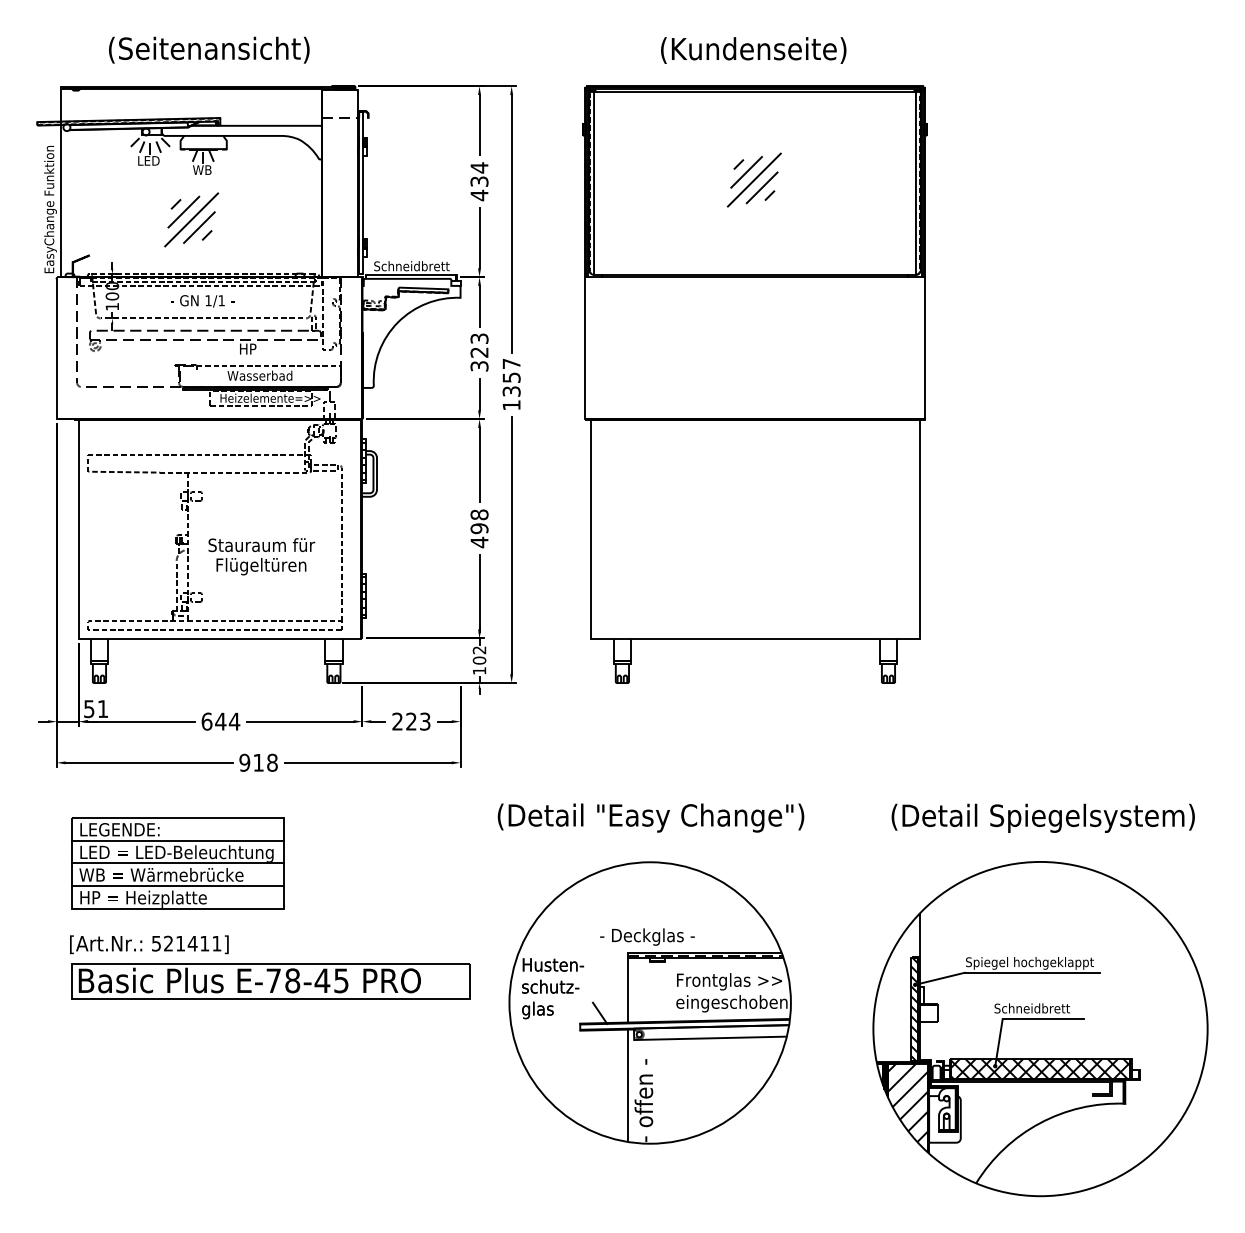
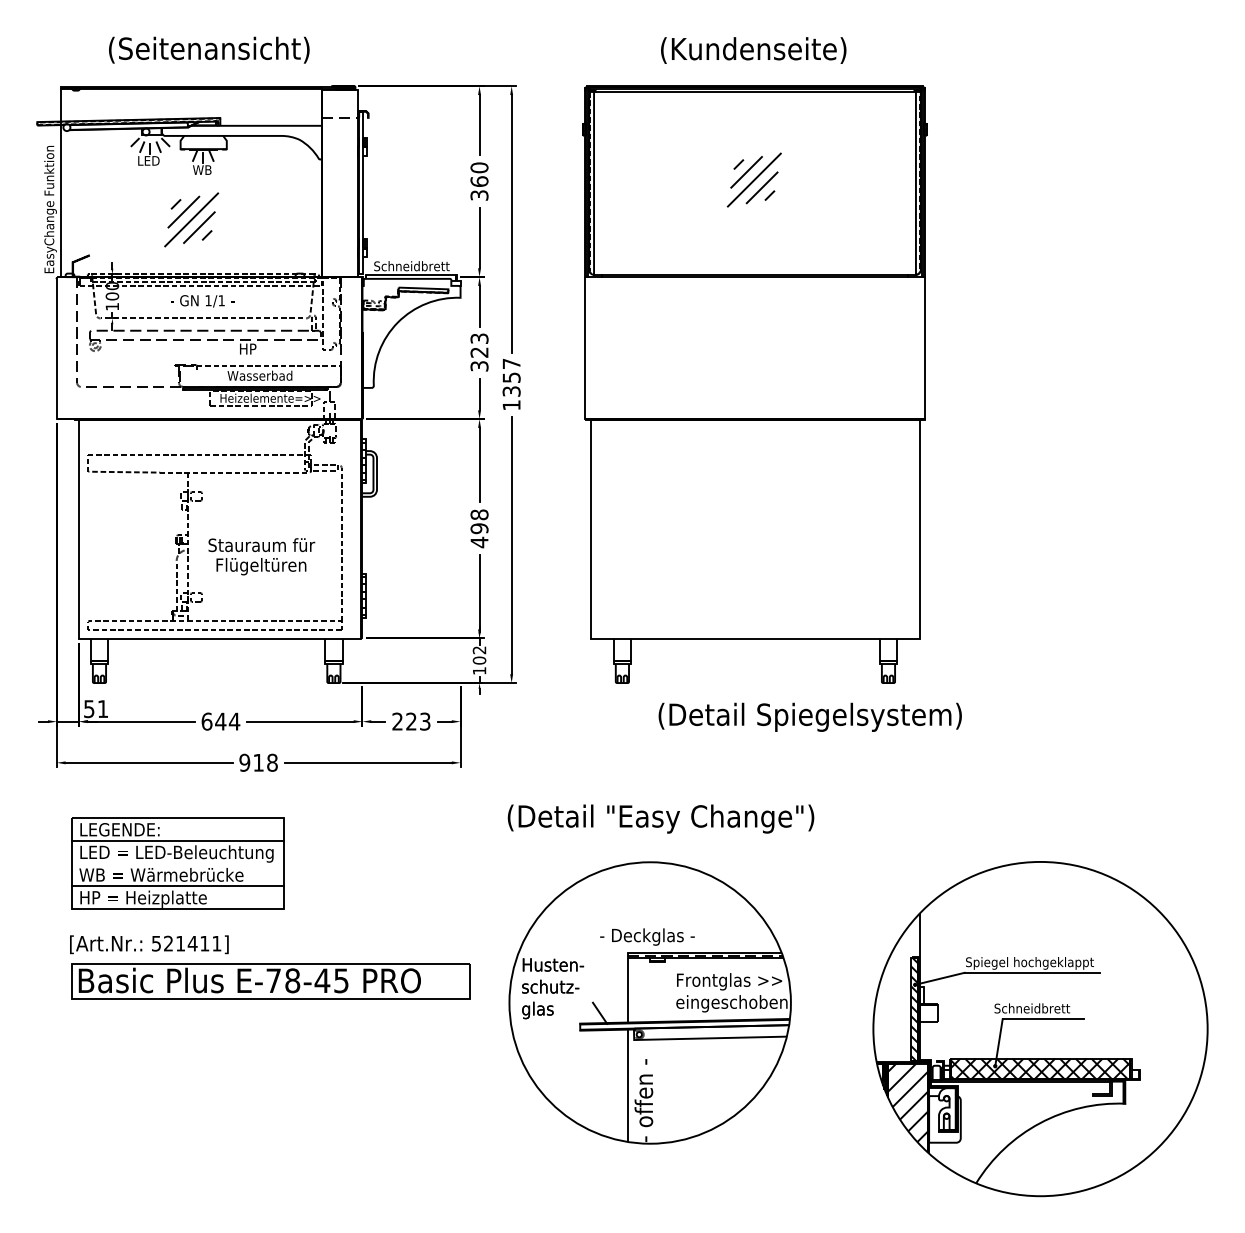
text at (479, 181): 434 -> 360
text at (650, 817) position: (650, 817) -> (660, 818)
text at (1042, 817) position: (1042, 817) -> (809, 716)
line at (177, 863): present -> none
